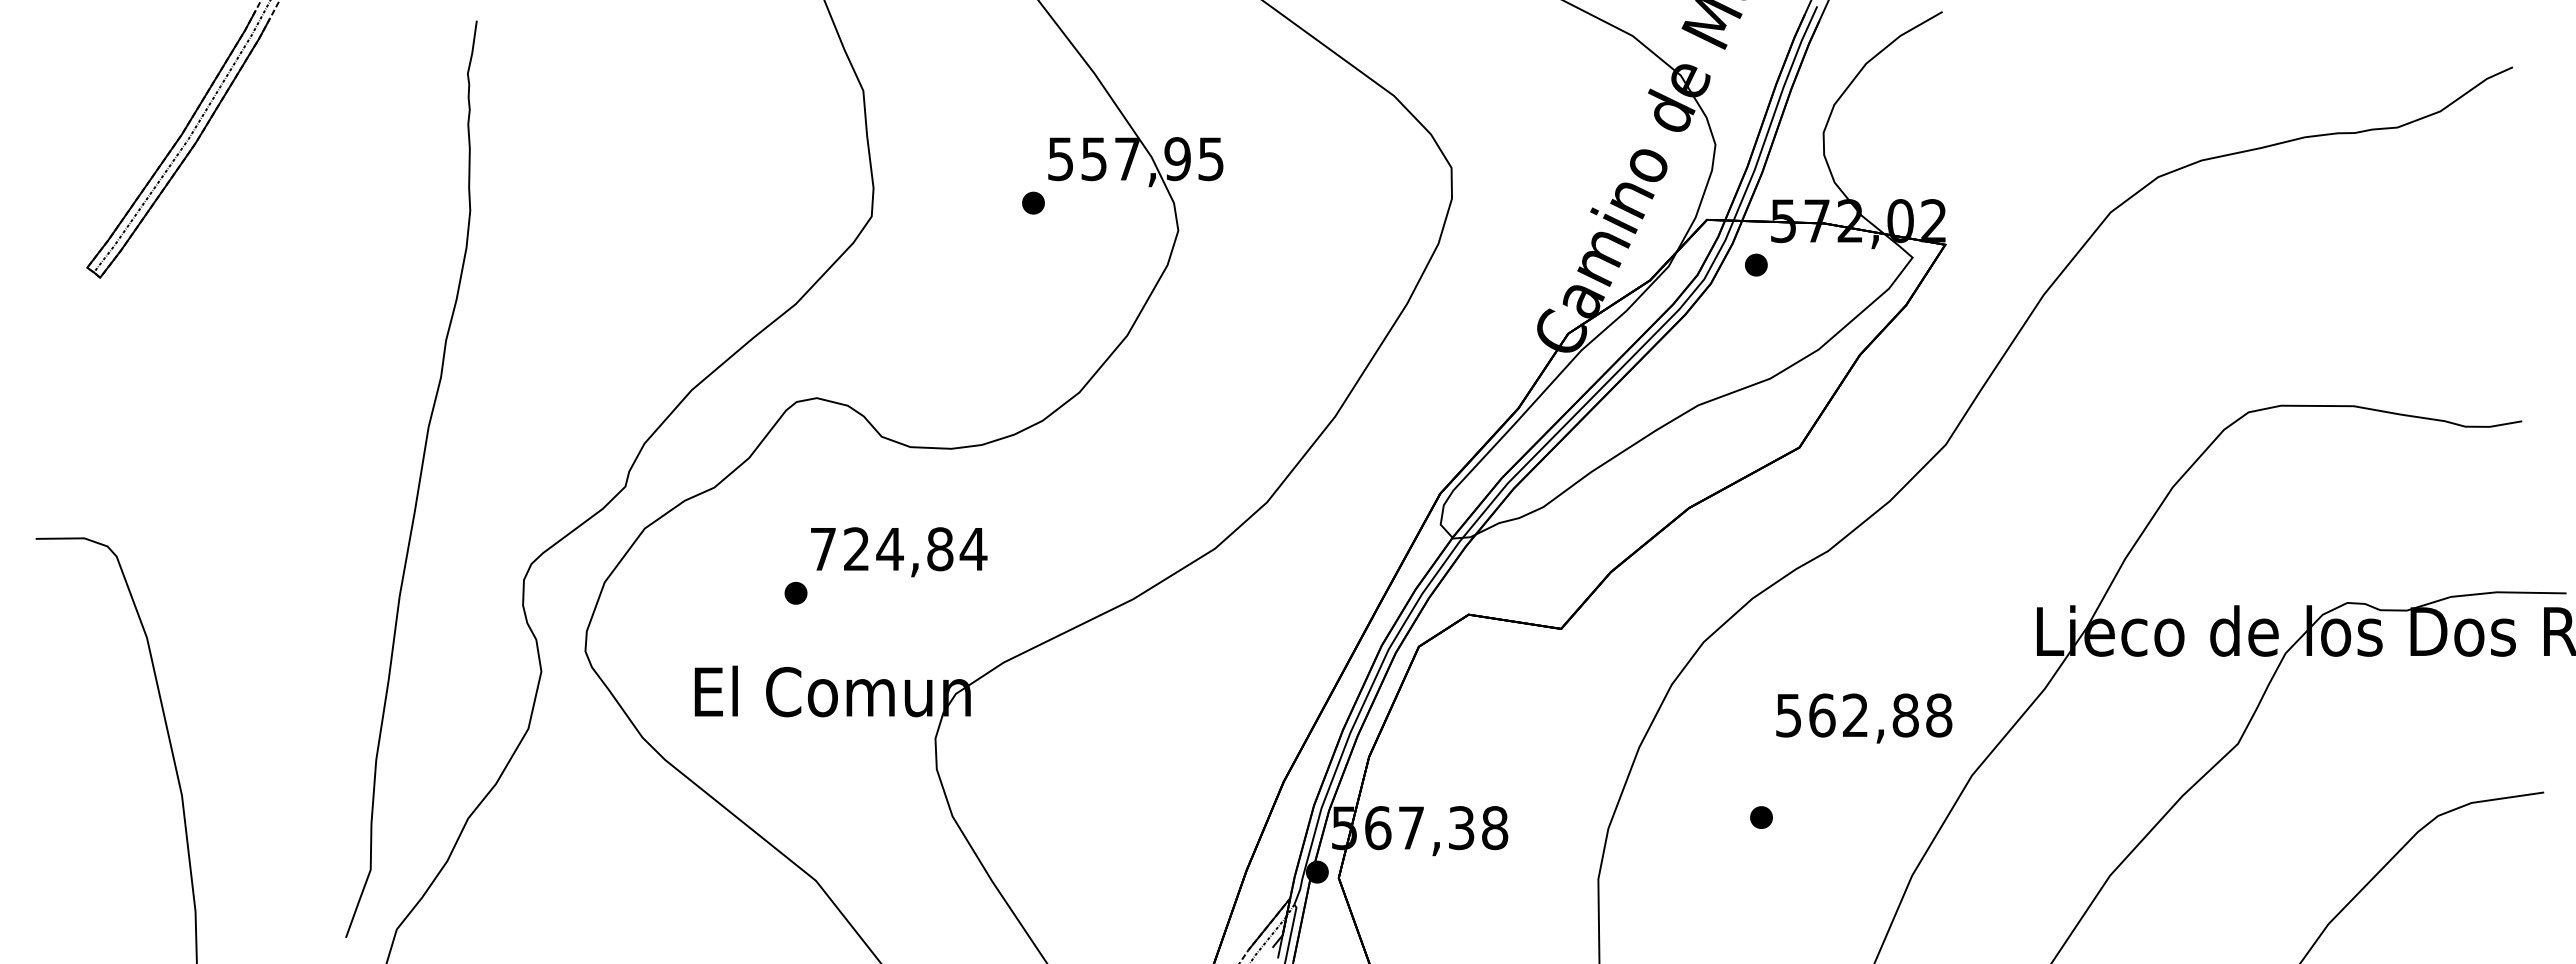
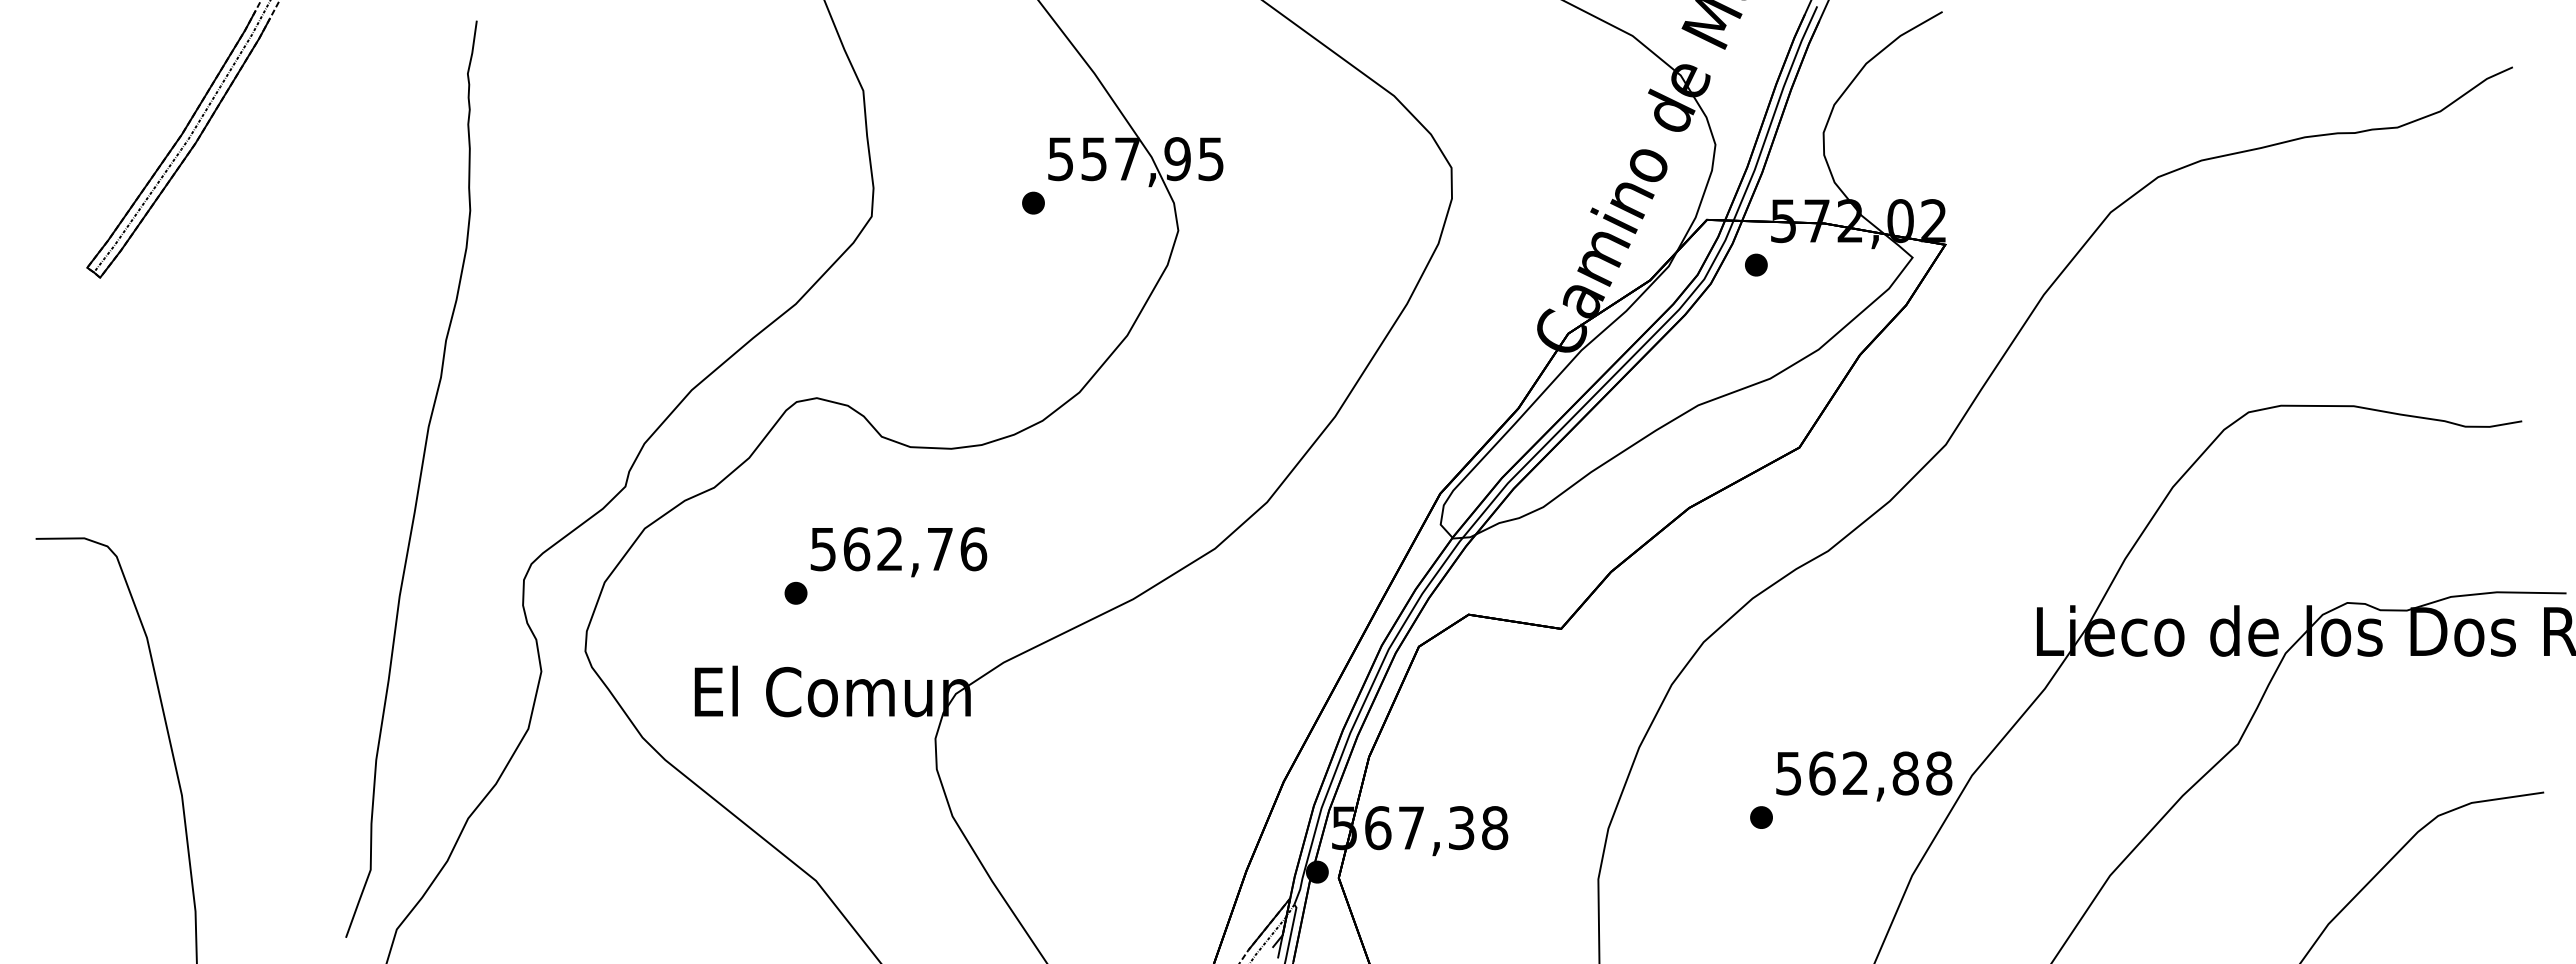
text at (898, 549): 724,84 -> 562,76
text at (1864, 718) position: (1864, 718) -> (1864, 776)
